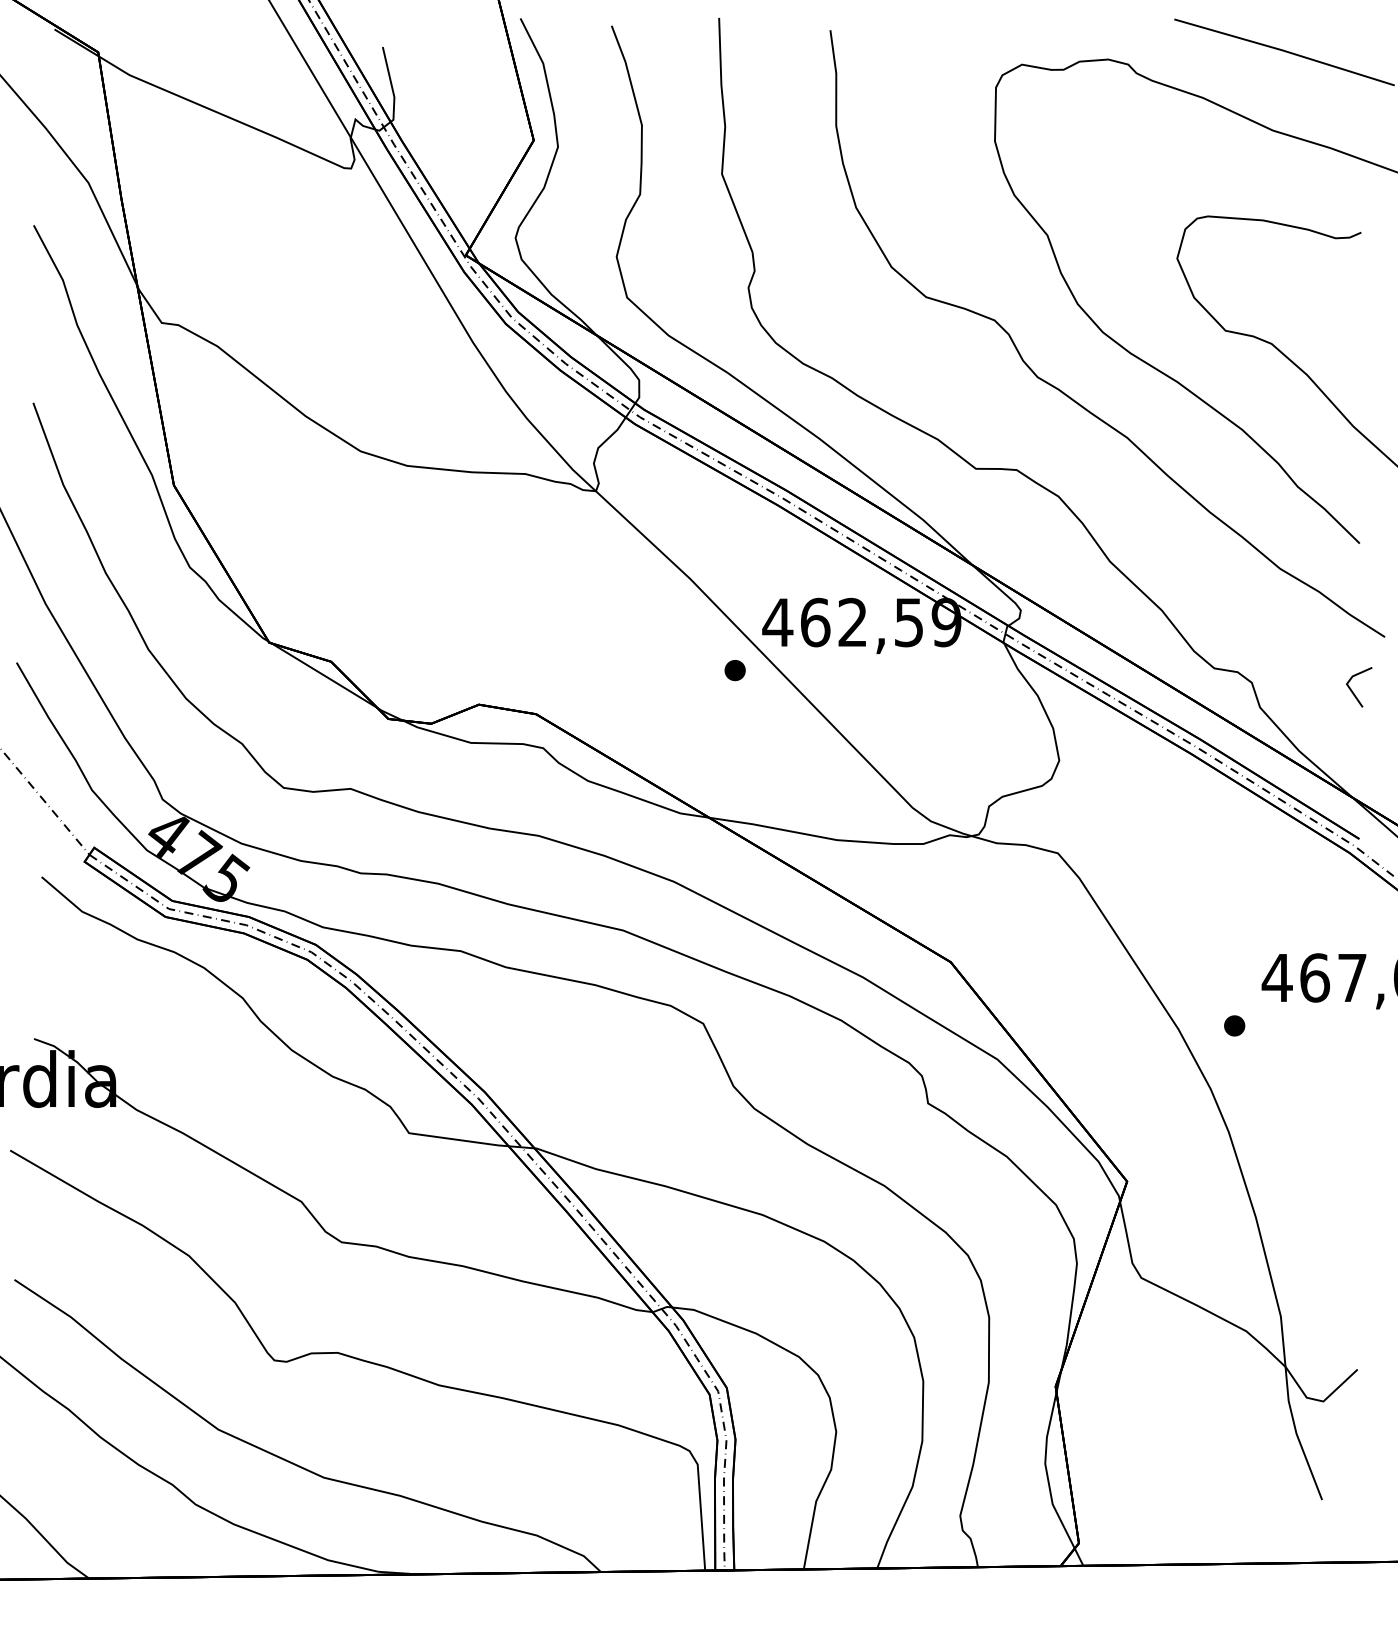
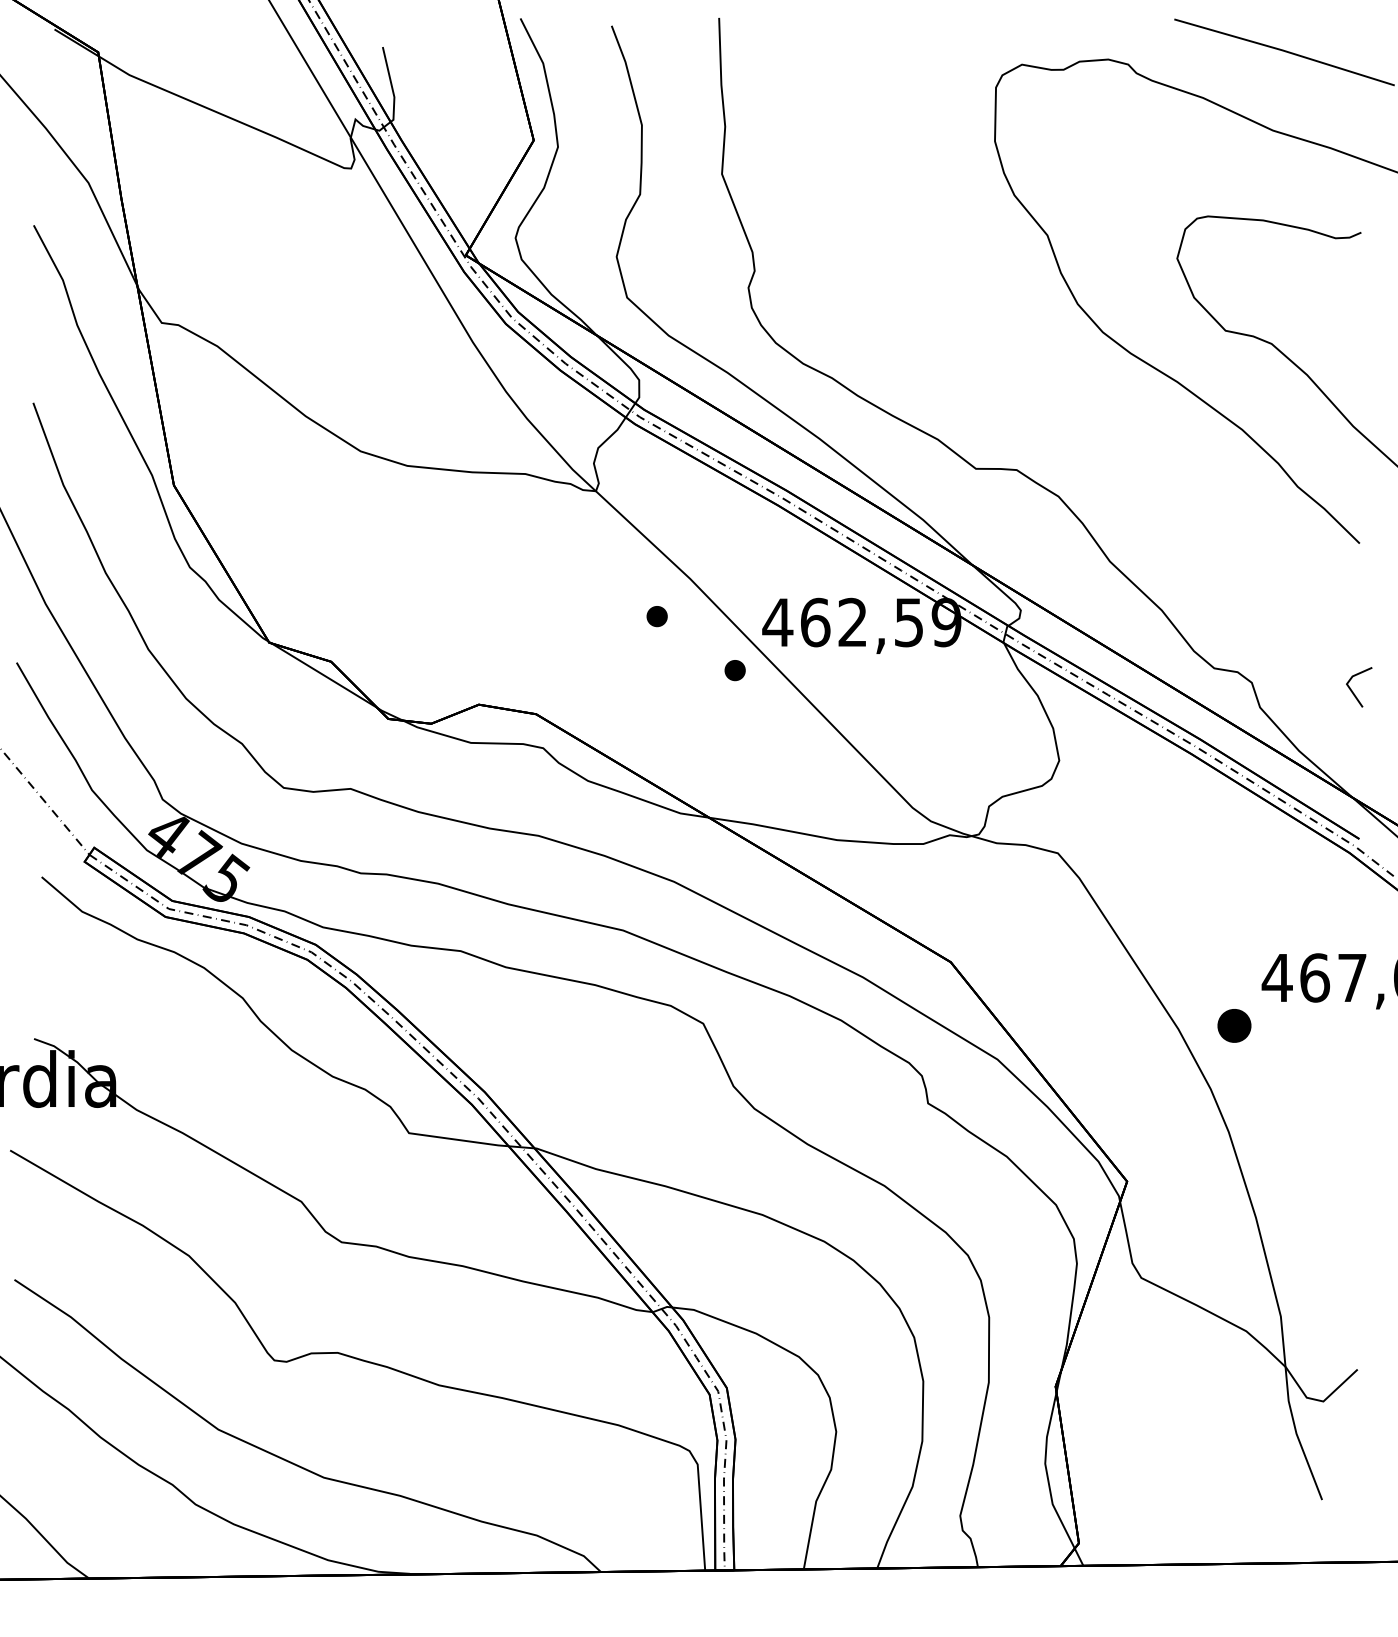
curve at (1063, 391): present -> none
part at (656, 616): none -> present
part at (1234, 1025) size: 22x22 px -> 35x34 px
